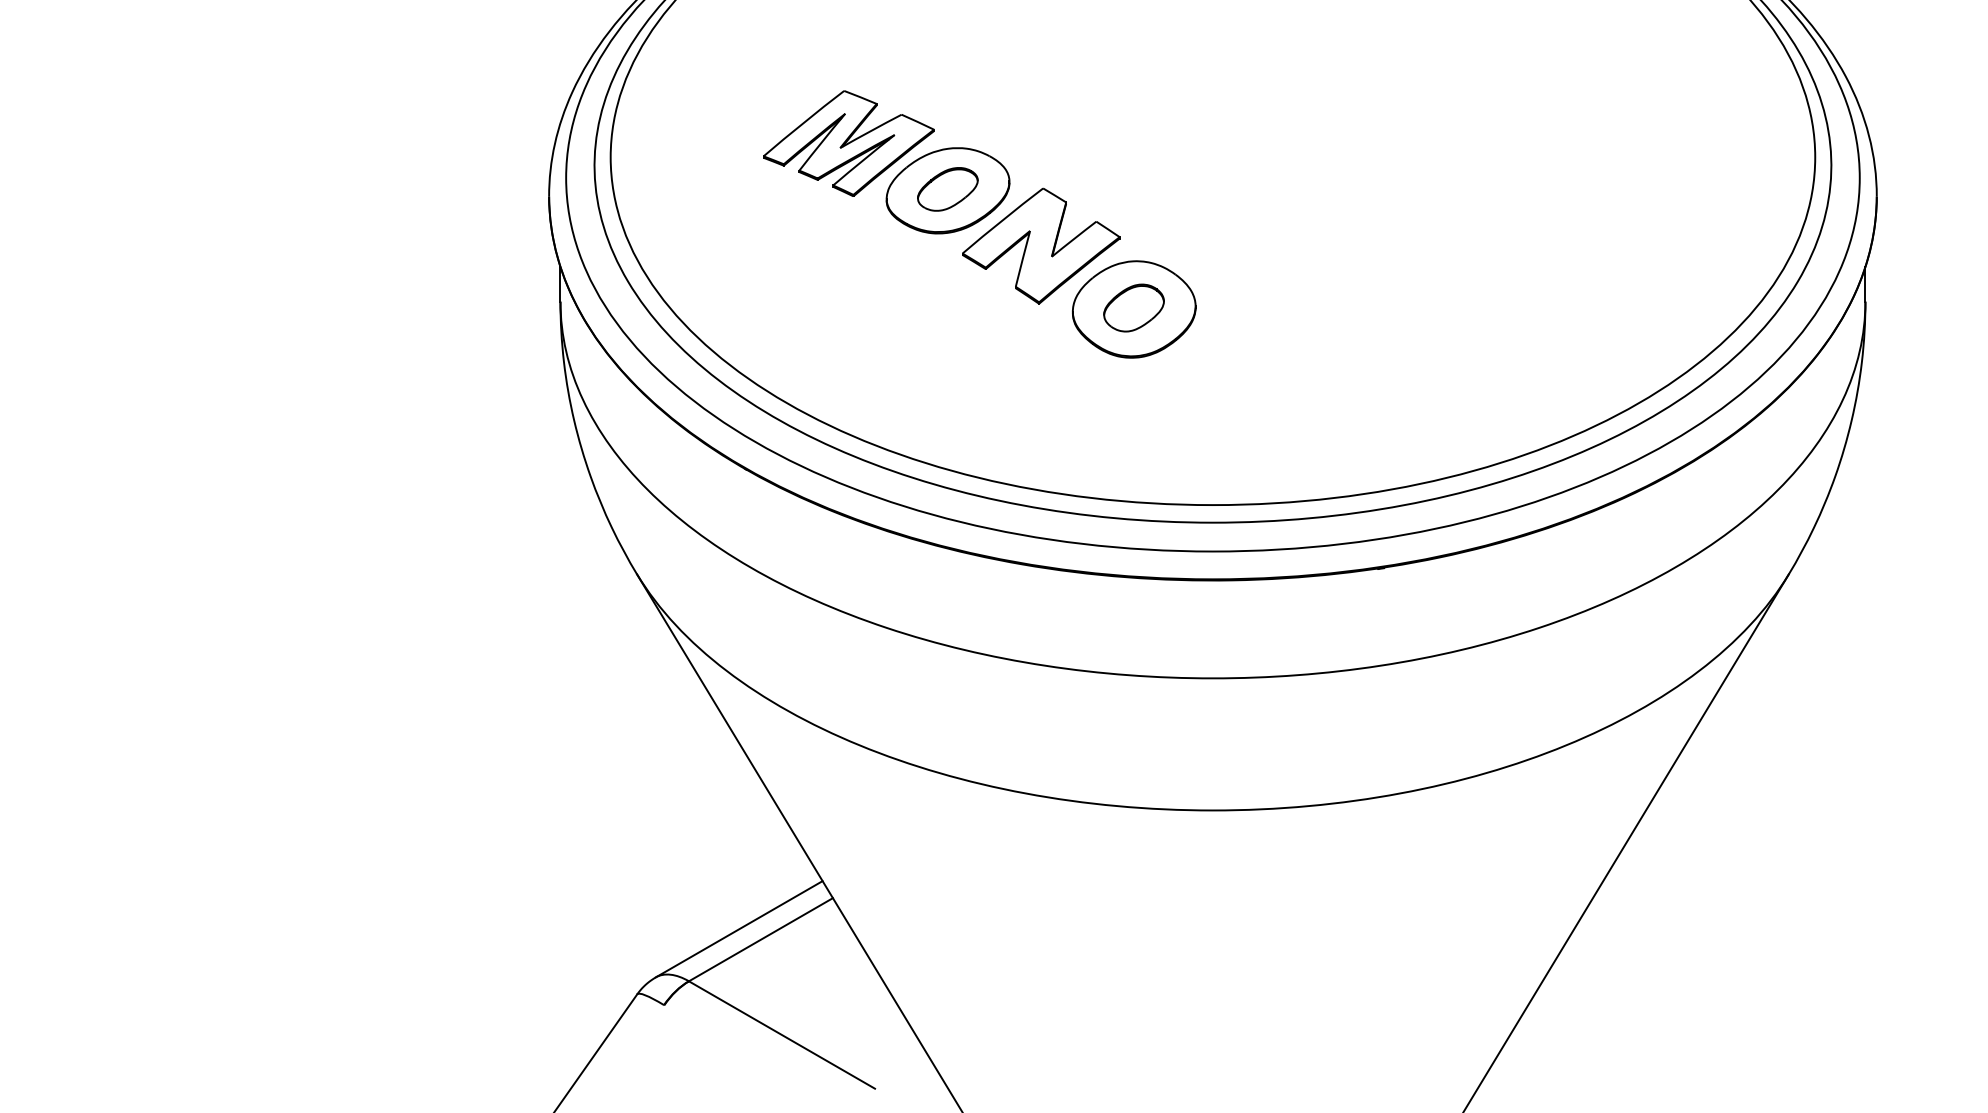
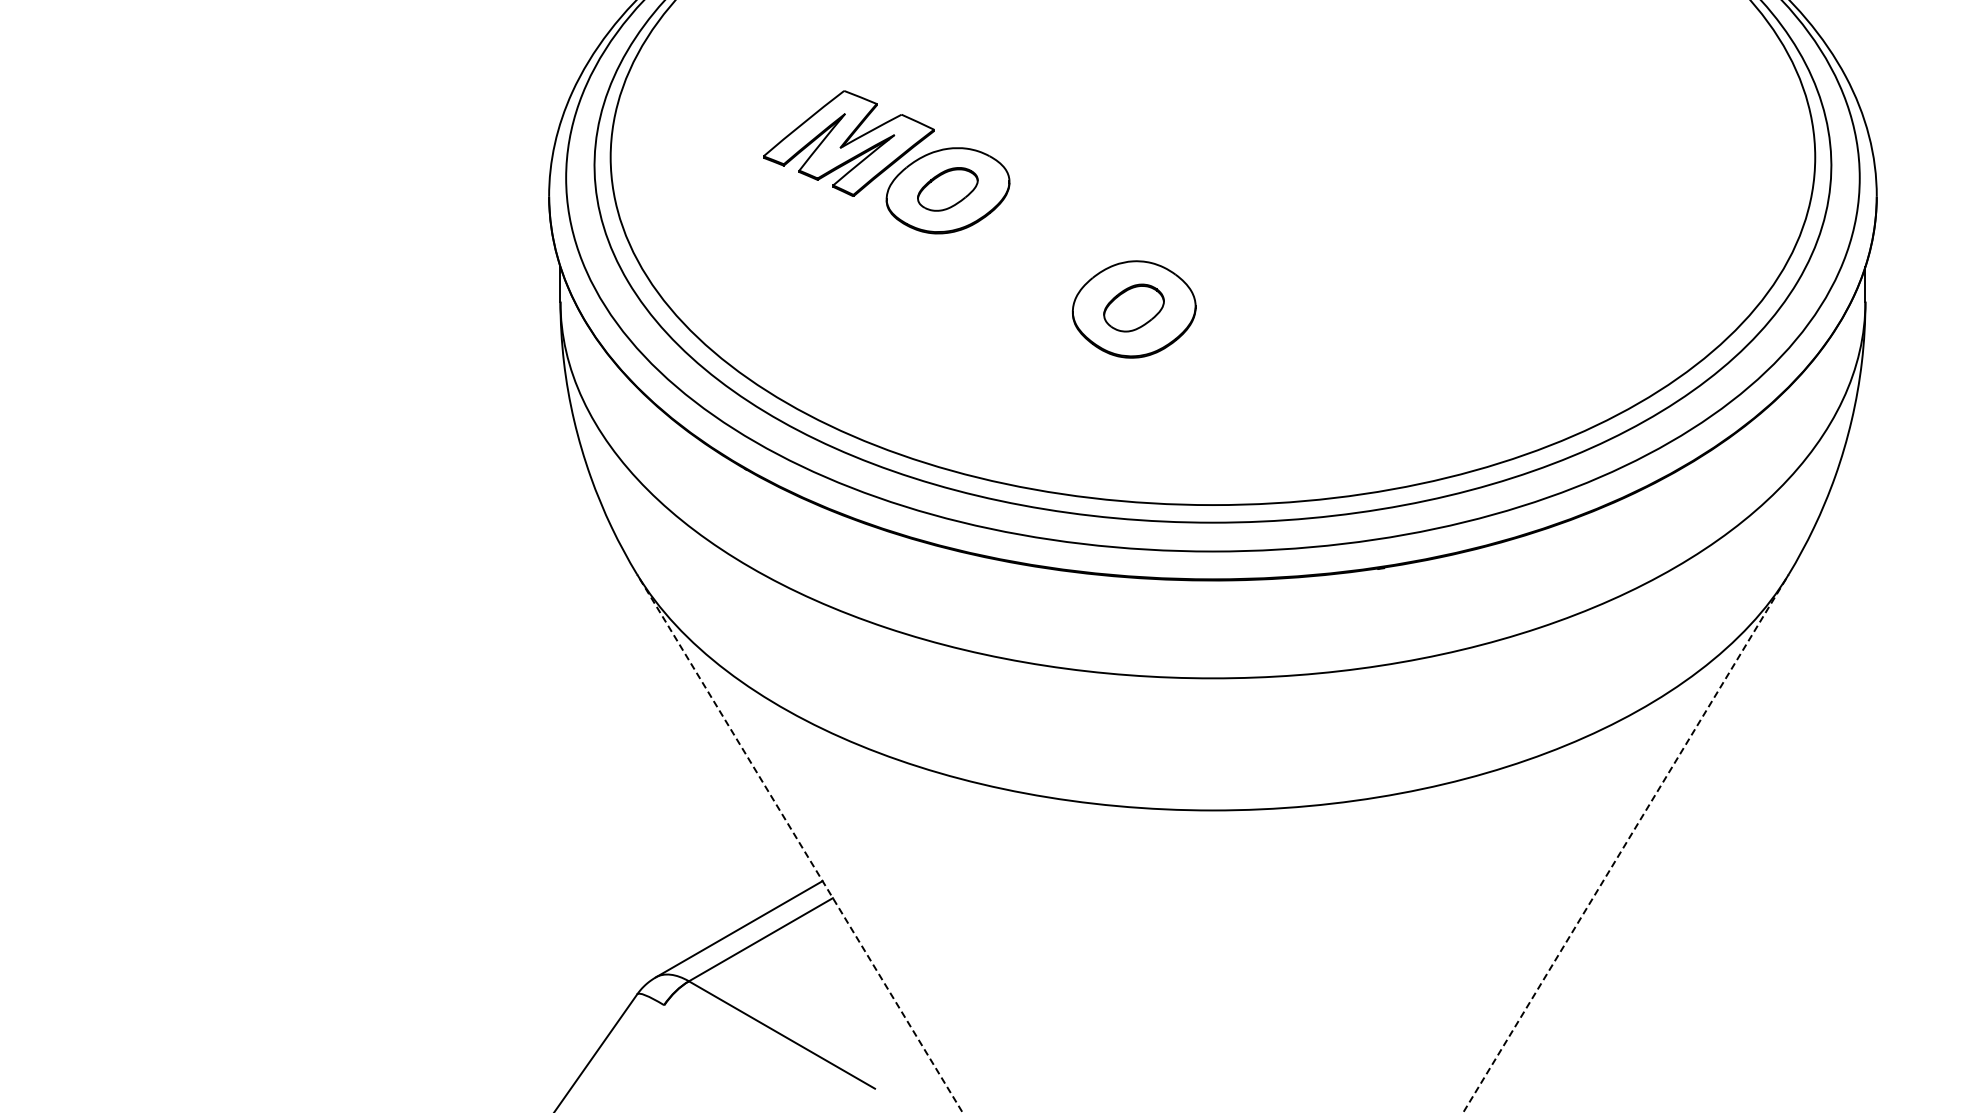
part at (1041, 245): present -> none
line at (799, 843): solid -> dashed
line at (1625, 843): solid -> dashed
